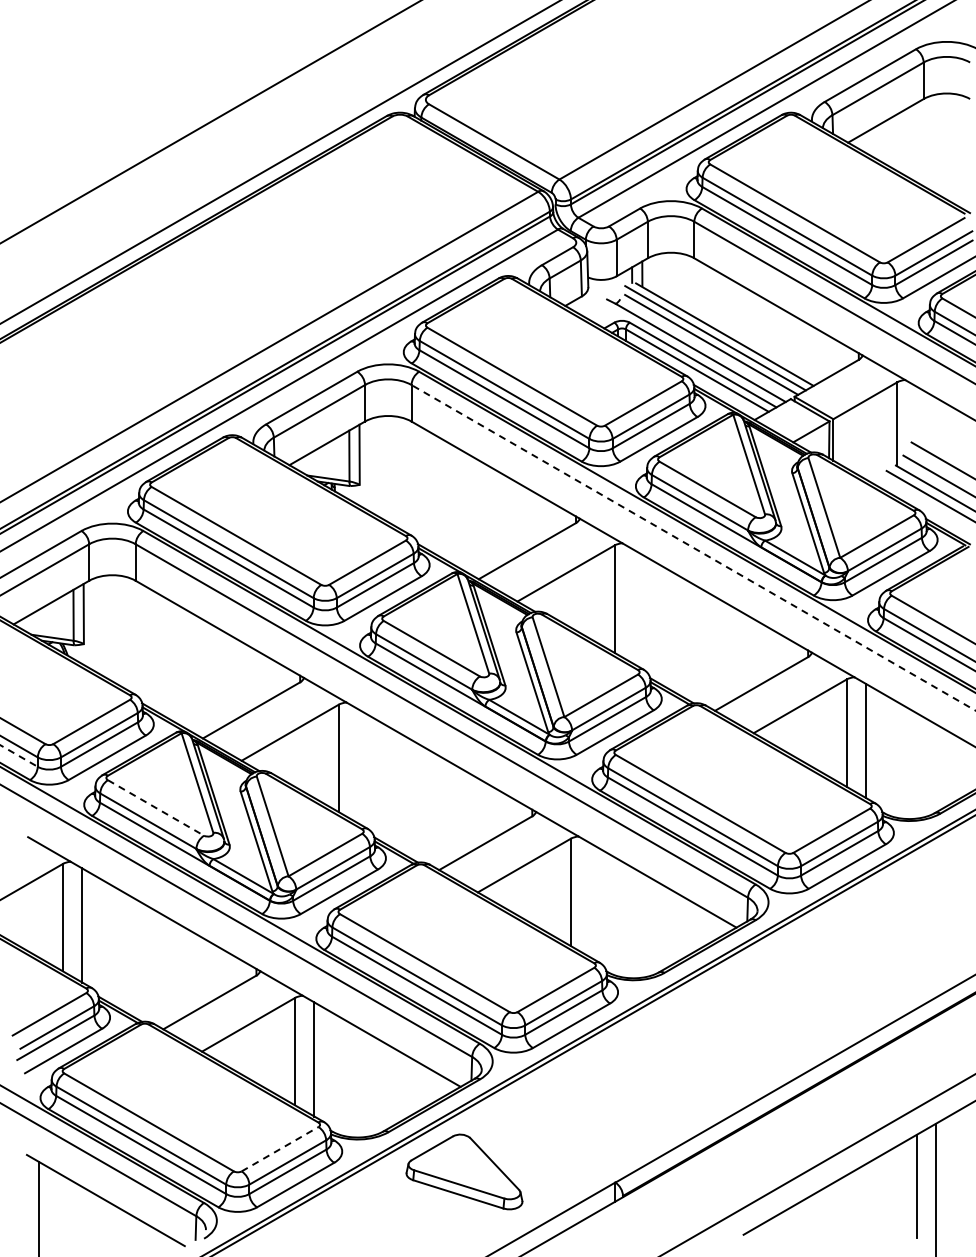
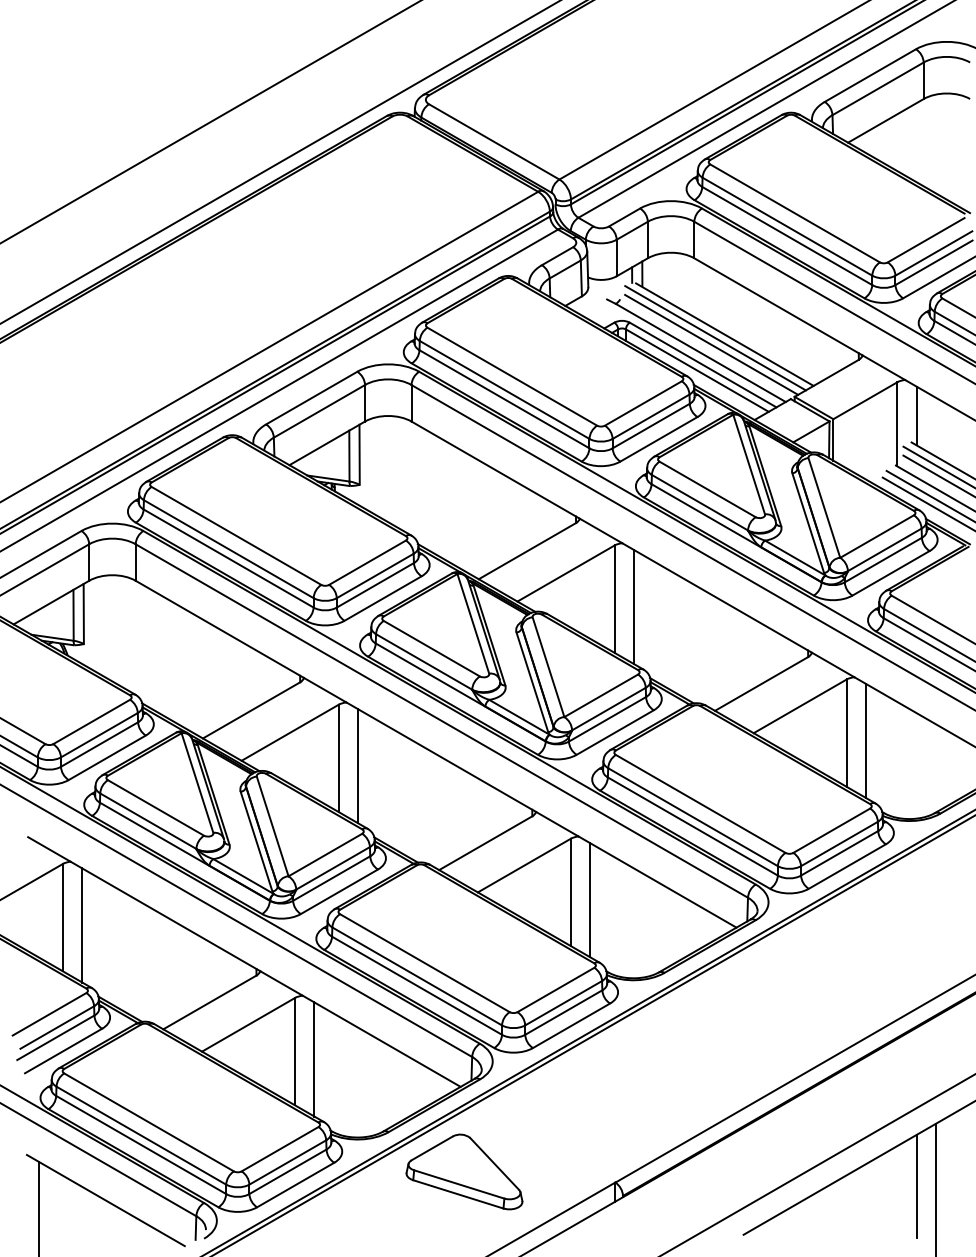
line at (916, 415): none -> present
line at (937, 466): none -> present
line at (927, 503): none -> present
line at (693, 547): dashed -> solid
line at (633, 606): none -> present
line at (19, 756): dashed -> solid
line at (358, 766): none -> present
line at (156, 807): dashed -> solid
line at (590, 900): none -> present
line at (280, 1148): dashed -> solid
